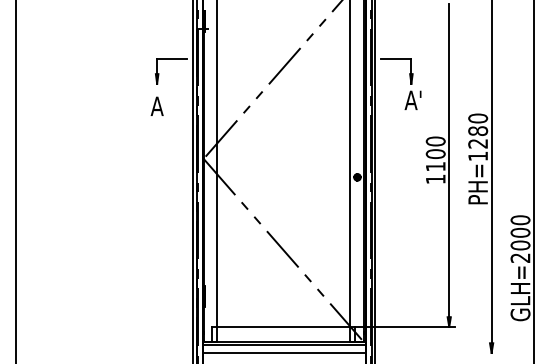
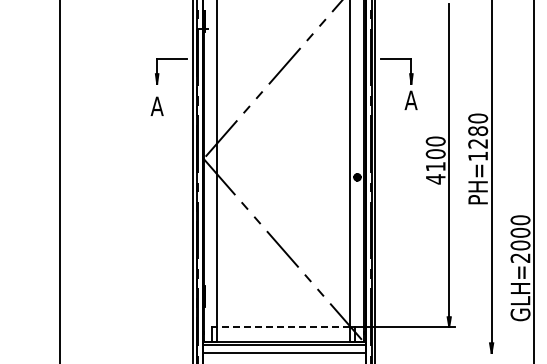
text at (420, 93): A' -> A
text at (435, 179): 1100 -> 4100
line at (16, 181) position: (16, 181) -> (60, 181)
line at (283, 326): solid -> dashed
